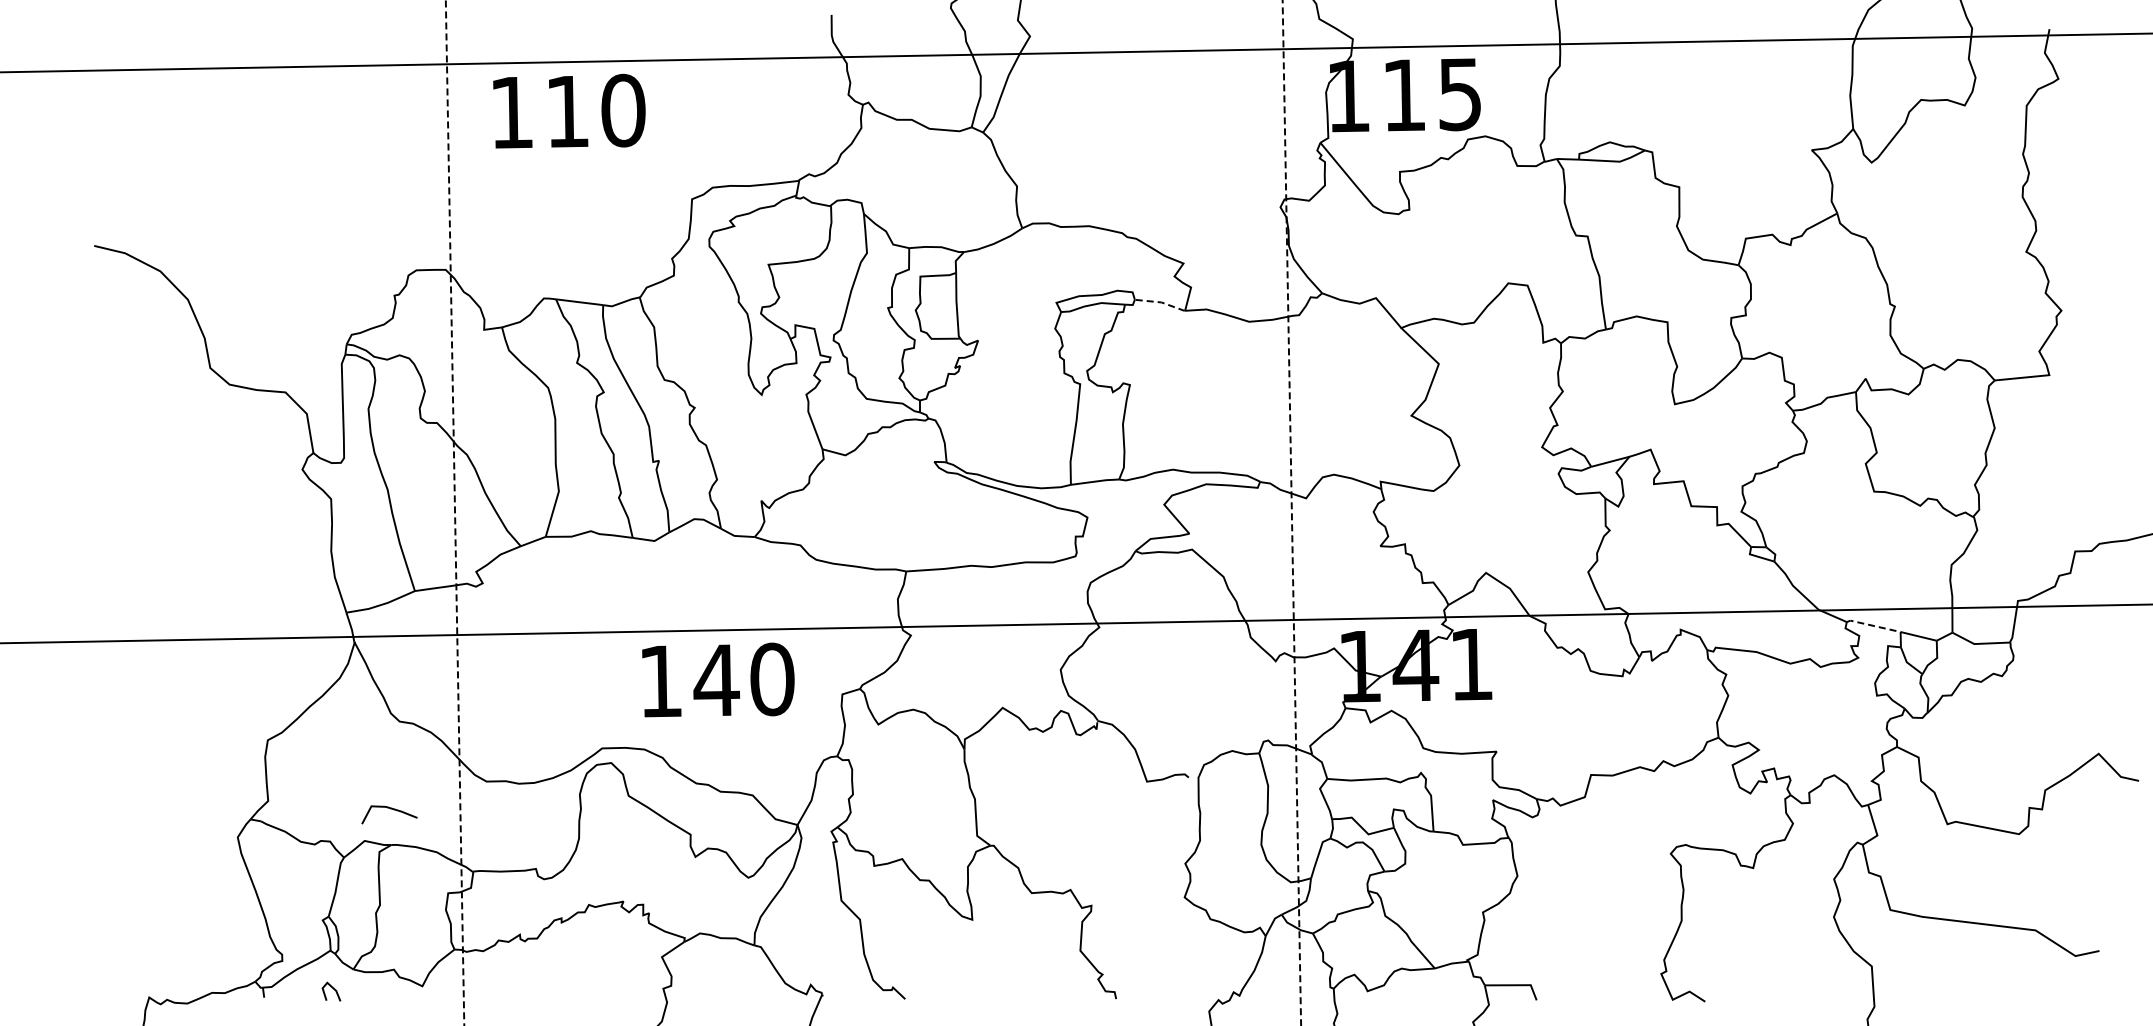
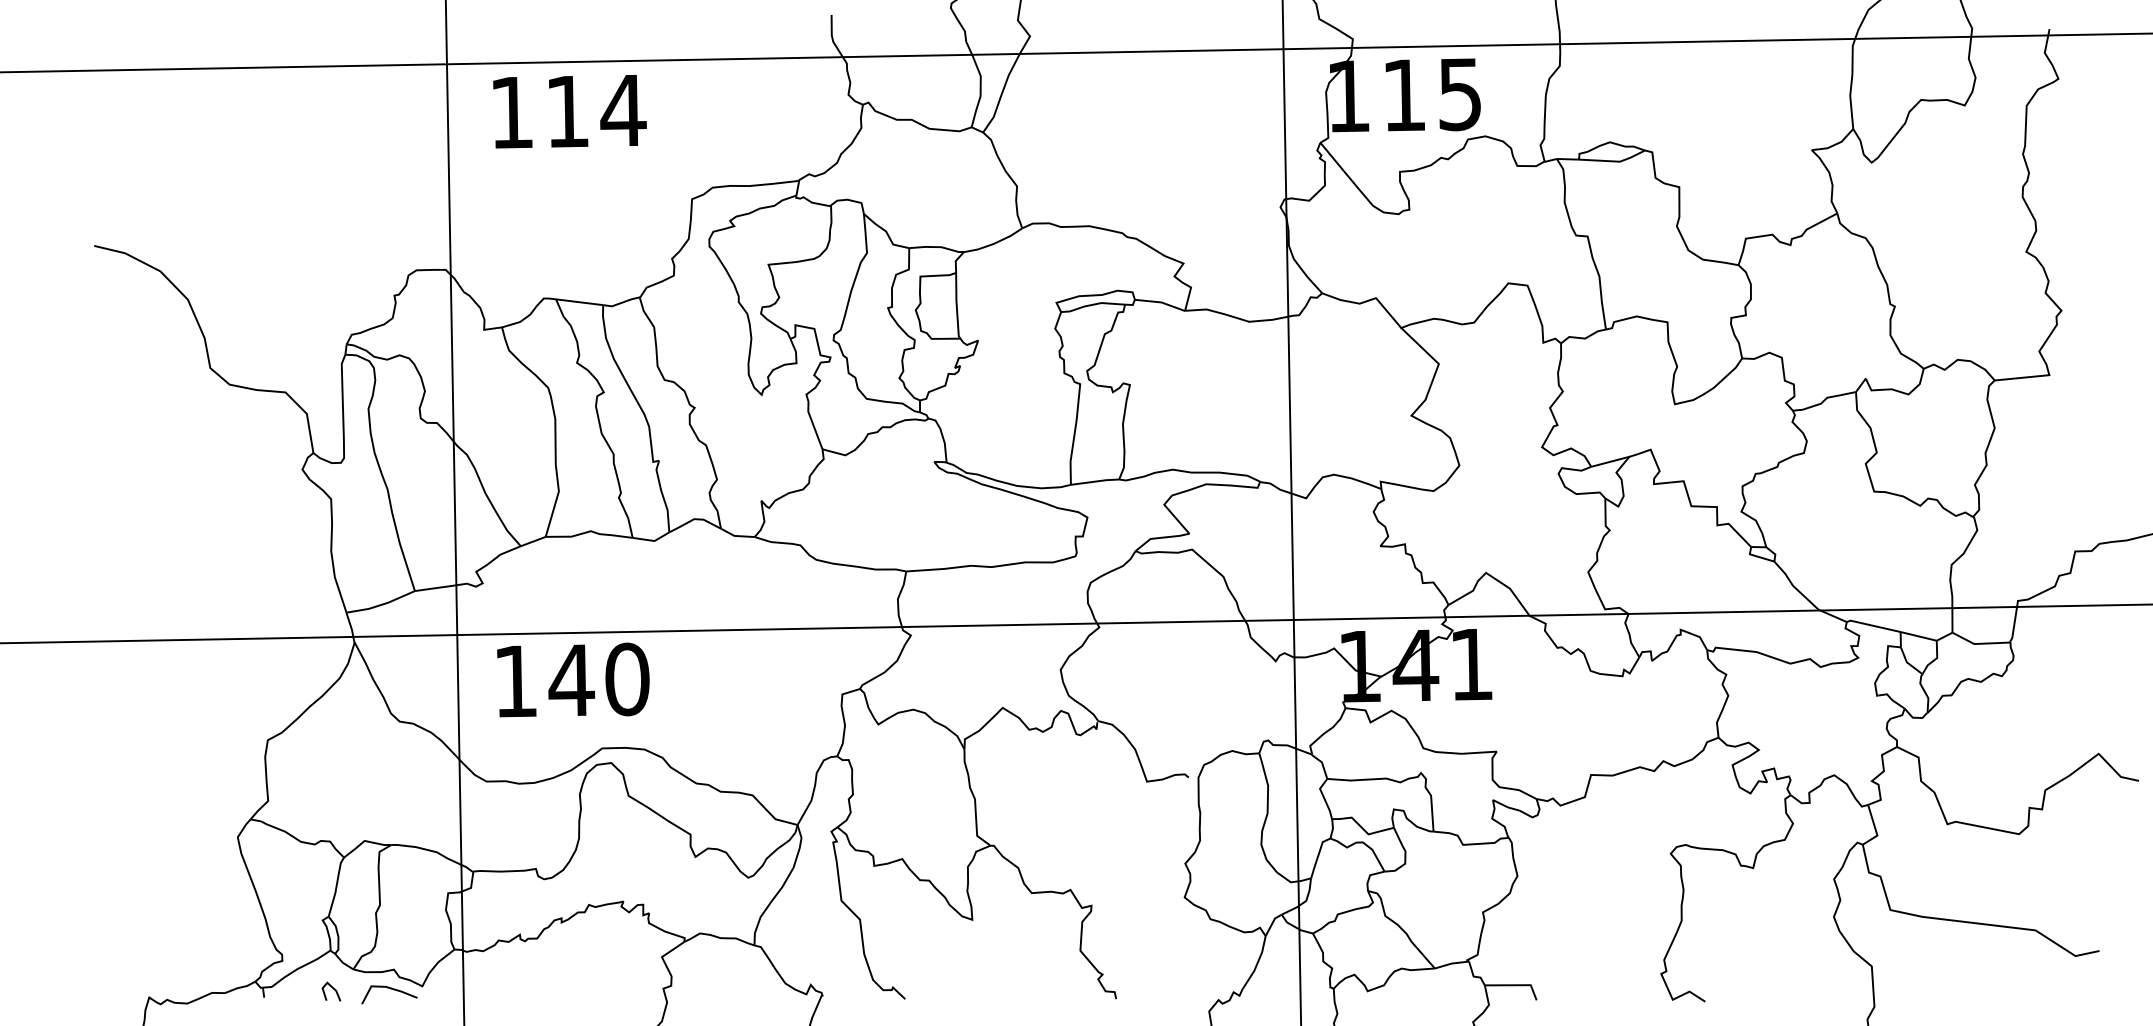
text at (623, 110): 110 -> 114
line at (1161, 302): dashed -> solid
line at (455, 513): dashed -> solid
line at (1291, 513): dashed -> solid
line at (1873, 625): dashed -> solid
text at (718, 679) position: (718, 679) -> (573, 679)
line at (390, 809) position: (390, 809) -> (390, 989)
